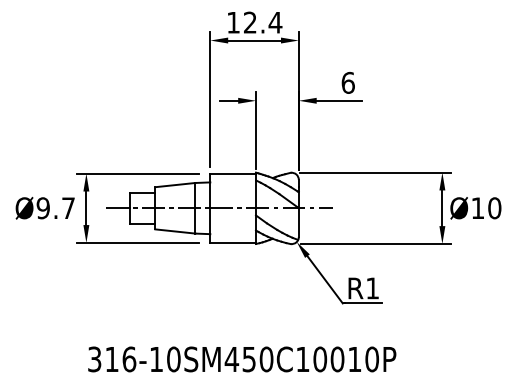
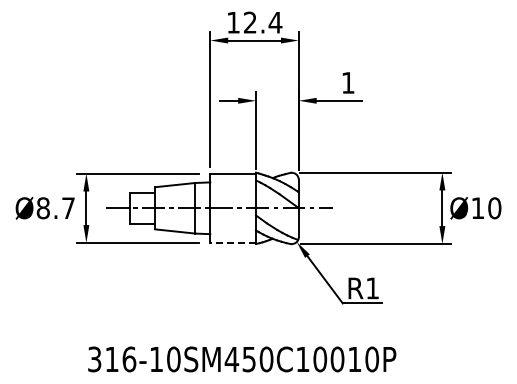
text at (347, 82): 6 -> 1
text at (42, 208): Ø9.7 -> Ø8.7
line at (233, 242): solid -> dashed
